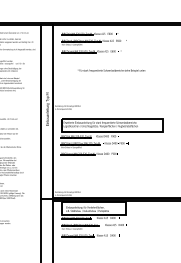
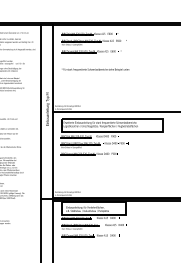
text at (111, 70) position: (111, 70) -> (95, 69)
line at (114, 112): none -> present
